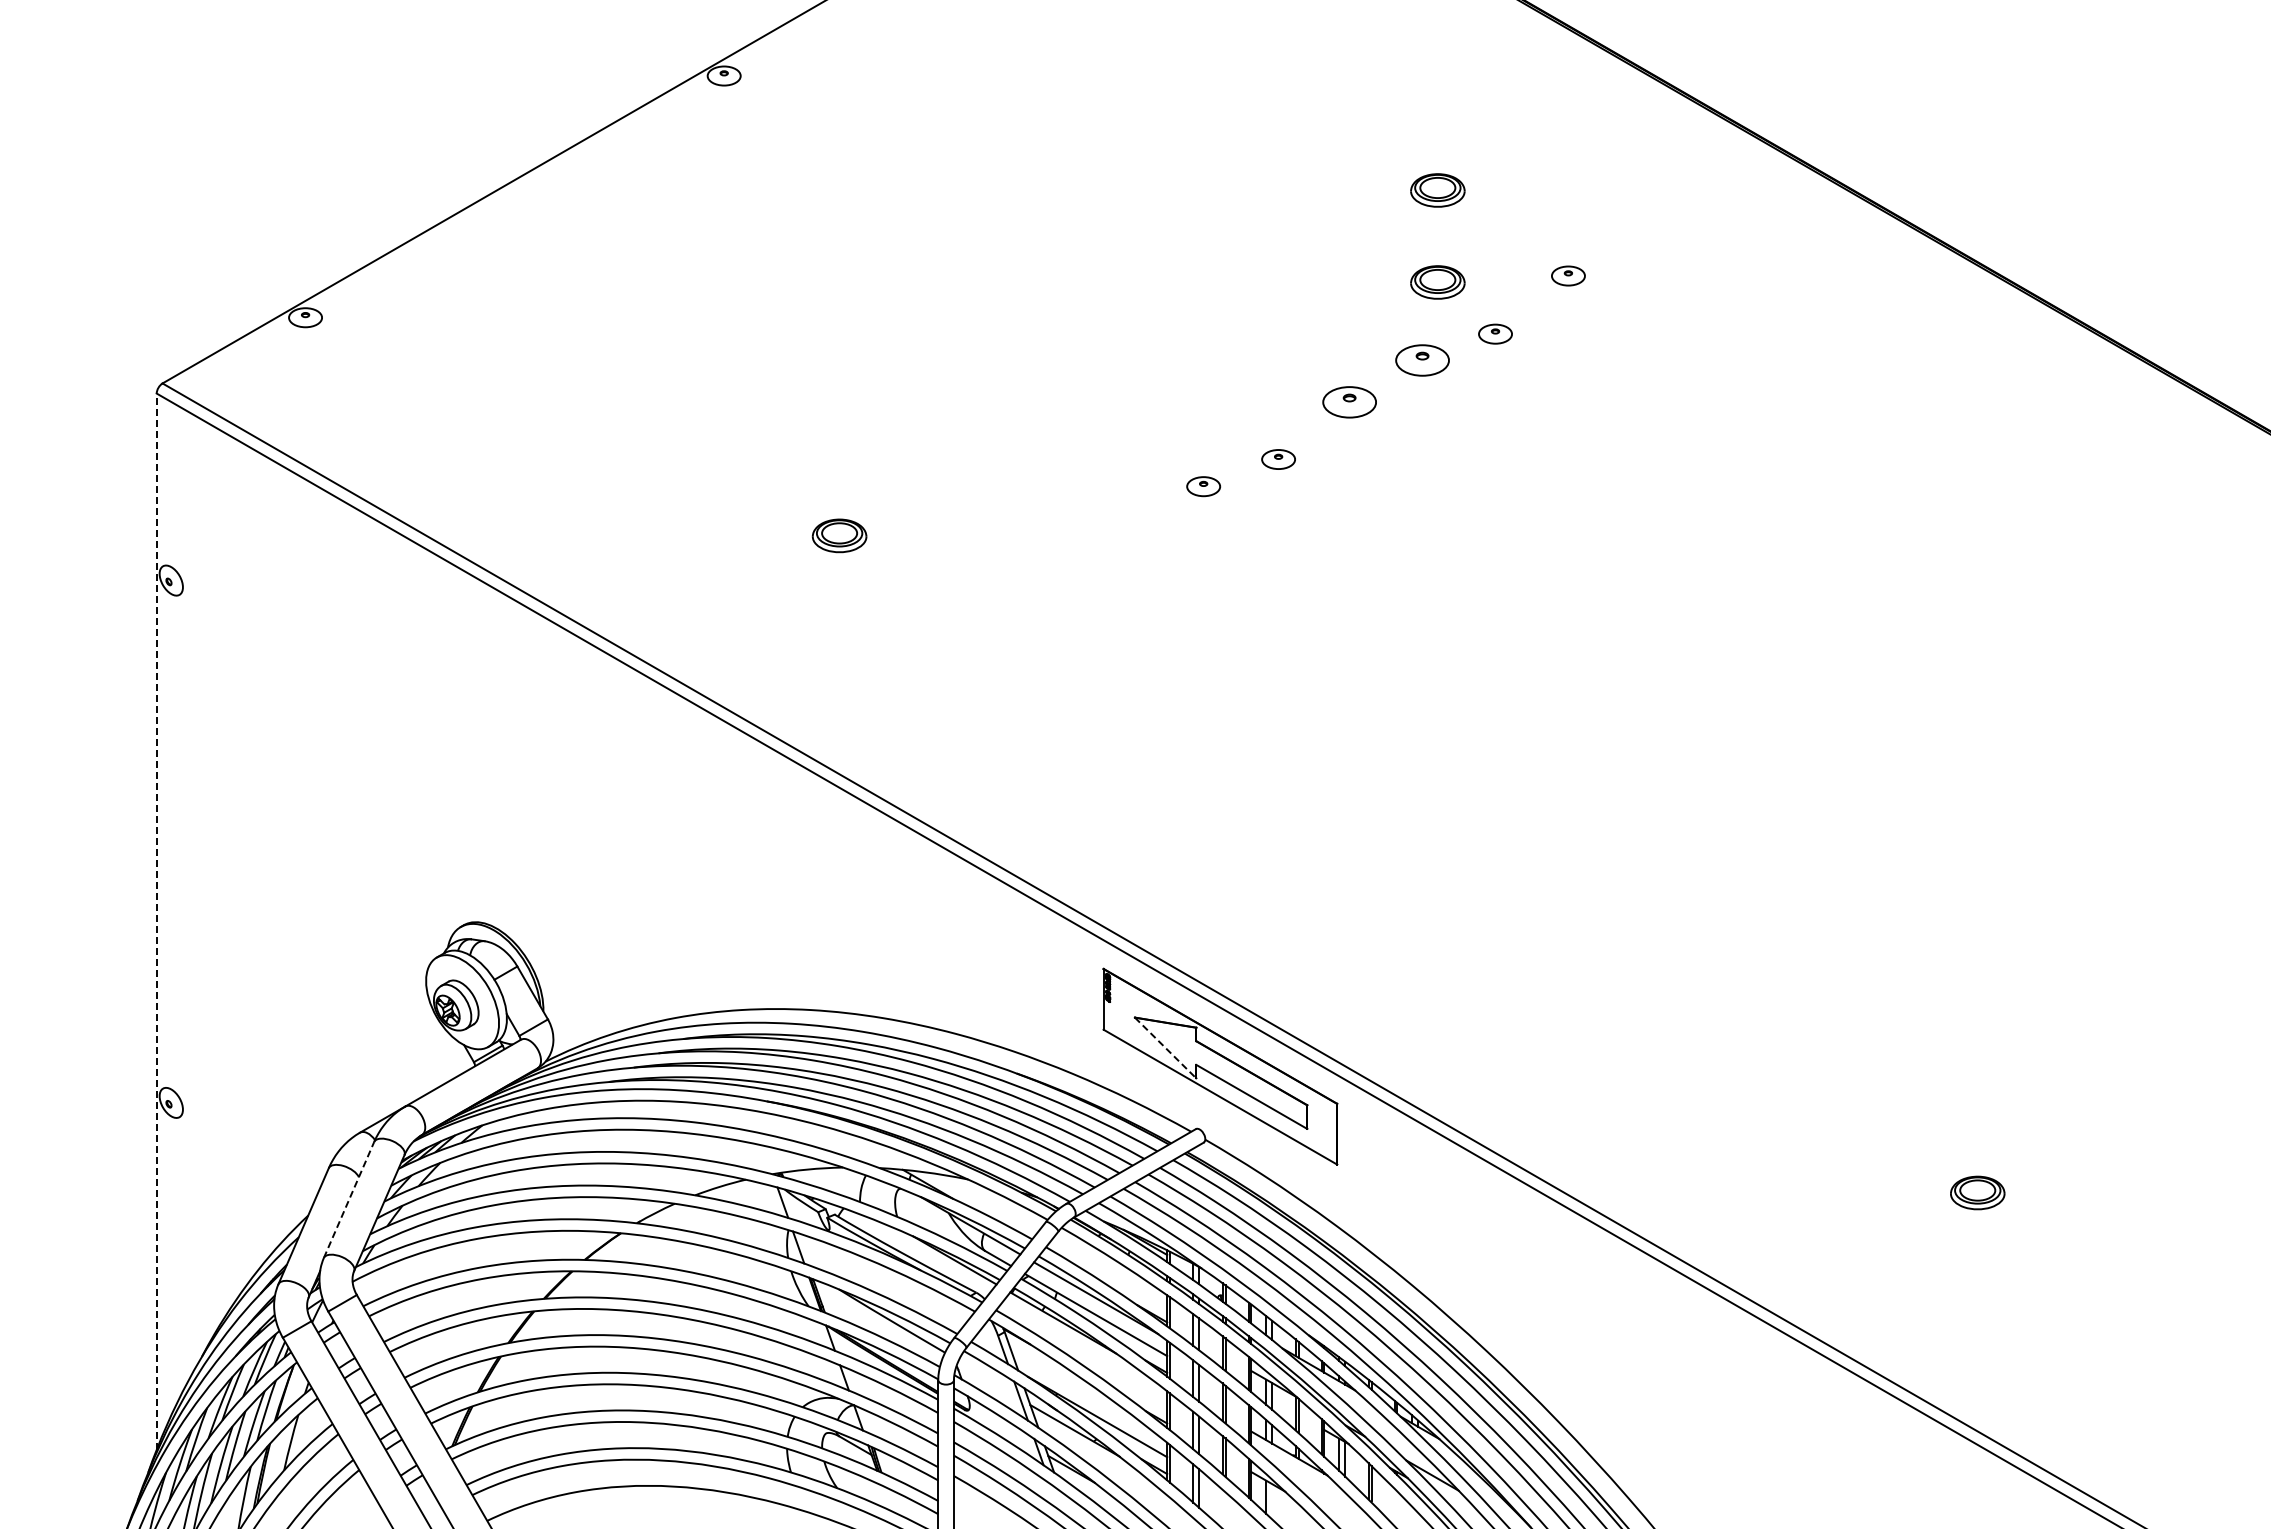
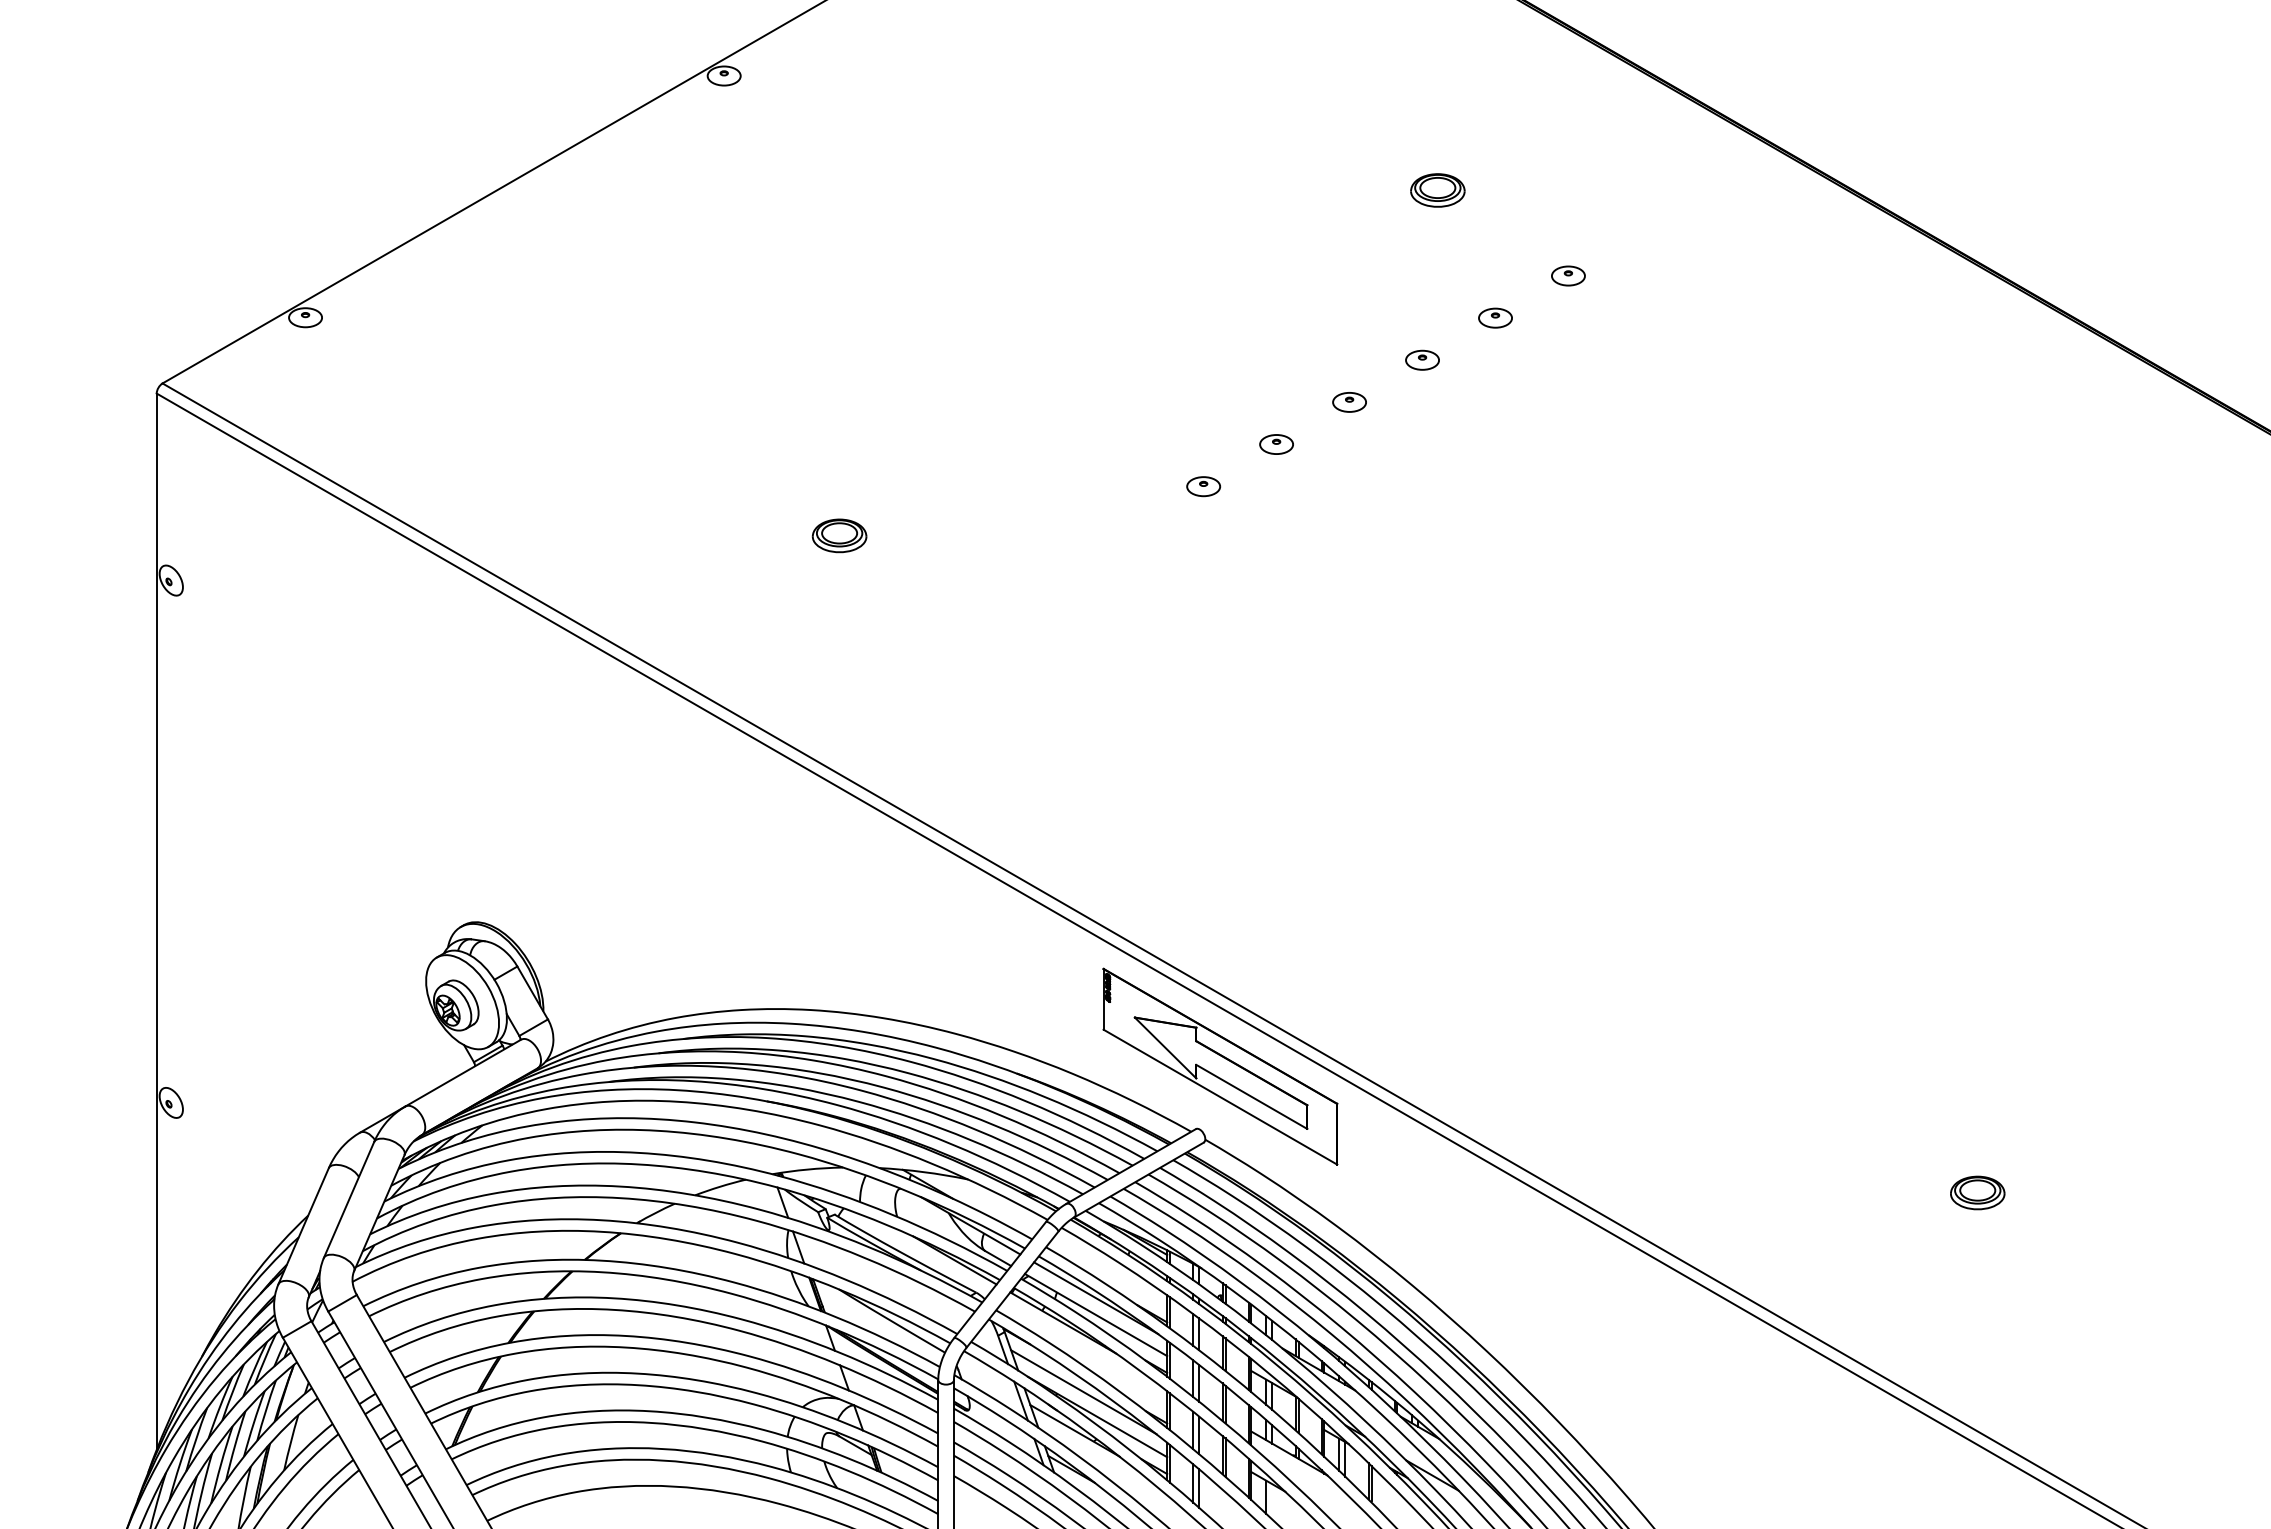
part at (1437, 282): present -> none
part at (1495, 333) position: (1495, 333) -> (1495, 317)
part at (1422, 360) size: 55x33 px -> 35x22 px
part at (1349, 402) size: 55x33 px -> 35x21 px
part at (1278, 459) position: (1278, 459) -> (1276, 444)
line at (156, 921): dashed -> solid
line at (1165, 1048): dashed -> solid
line at (349, 1199): dashed -> solid
line at (1083, 1392): none -> present
